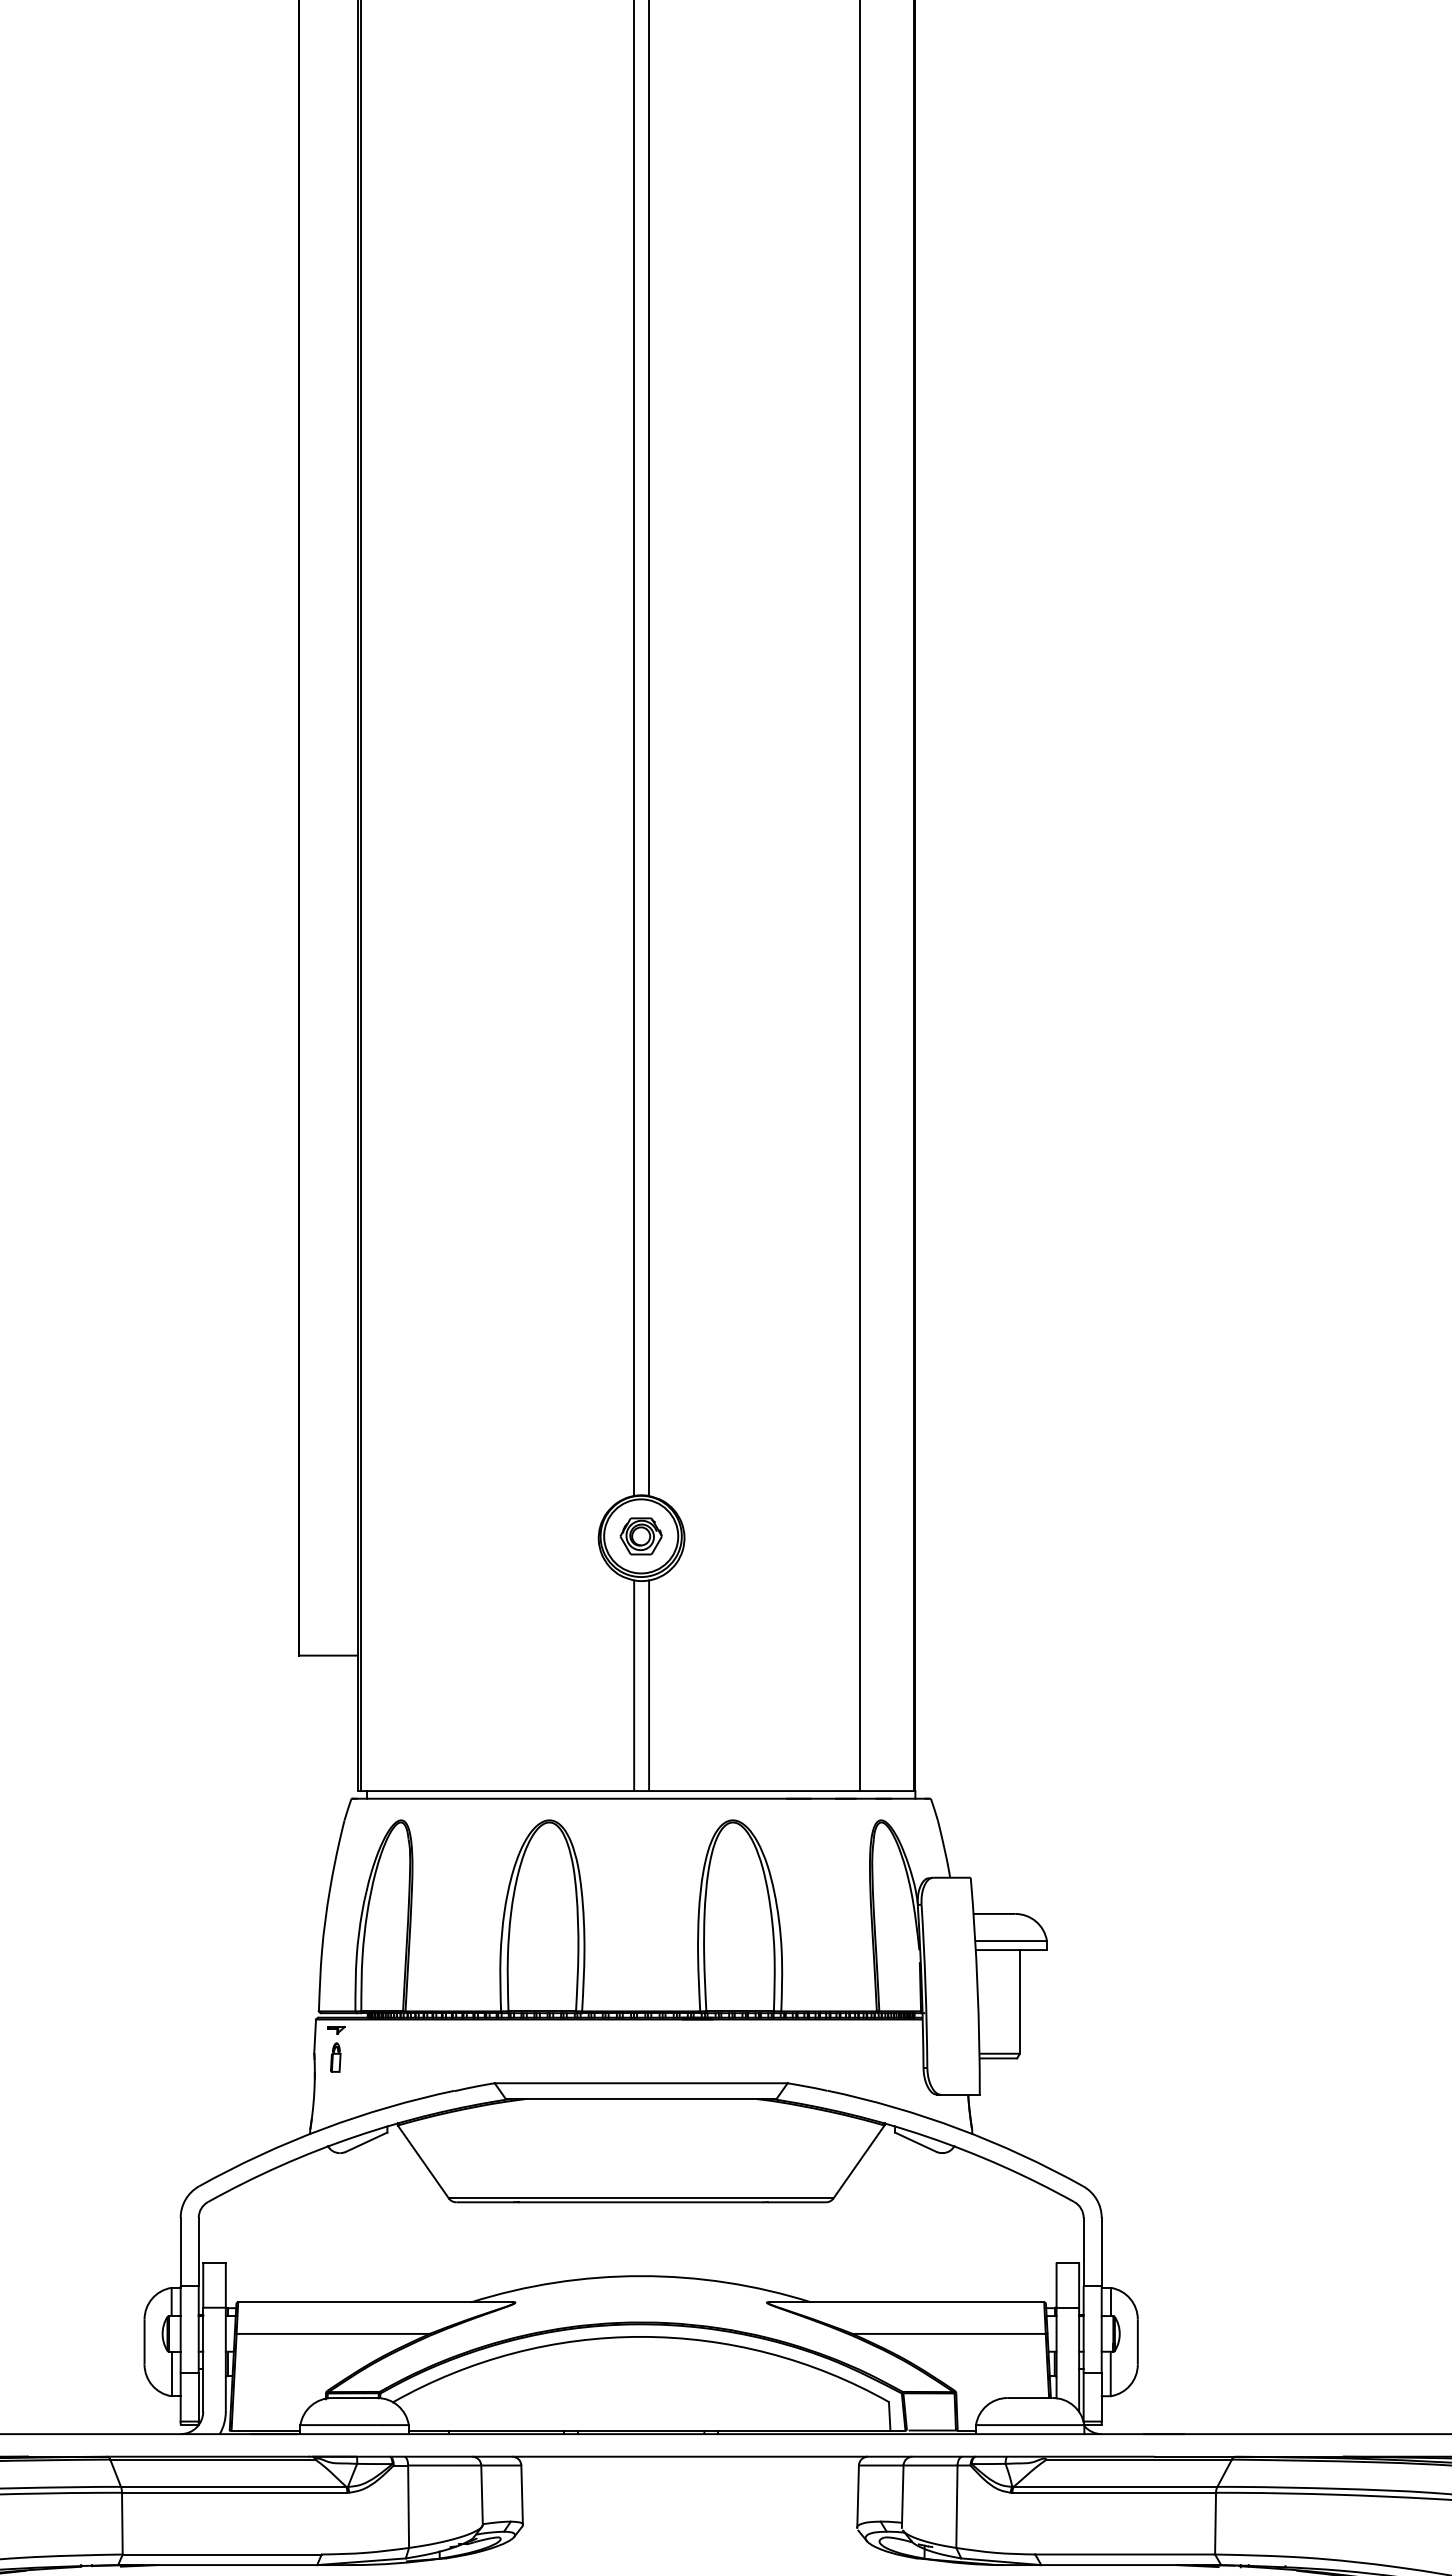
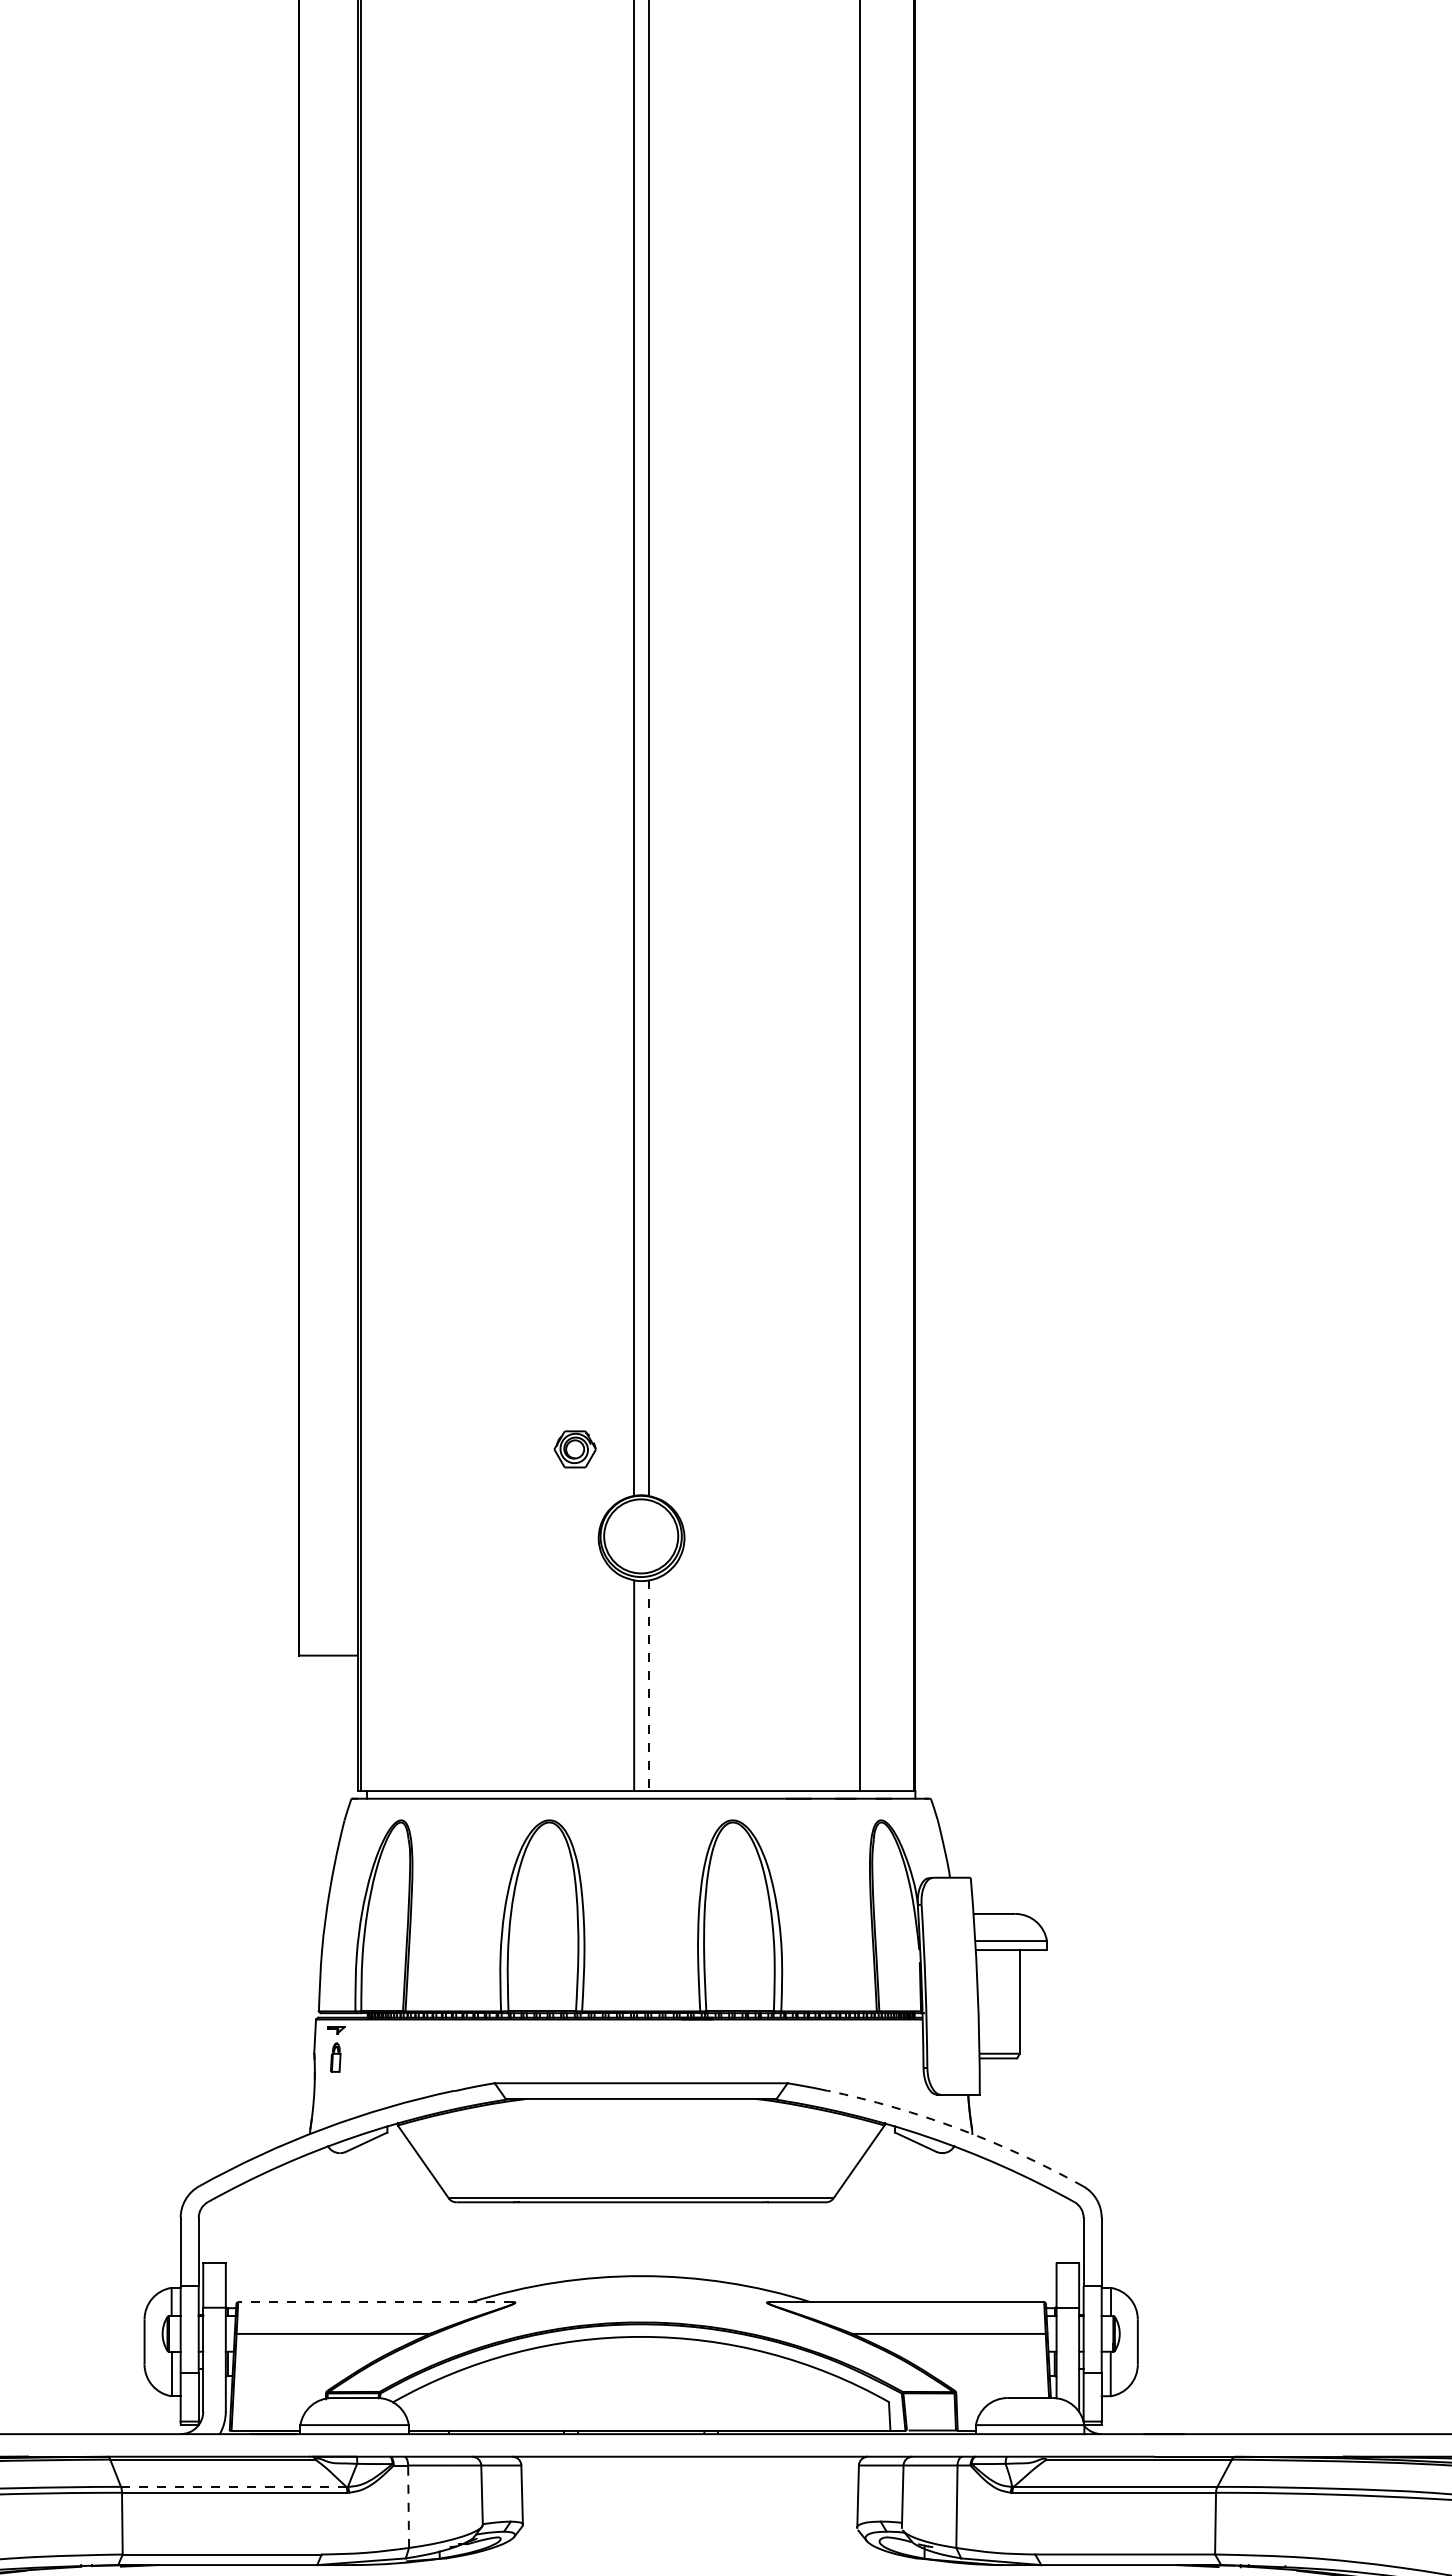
part at (640, 1536) position: (640, 1536) -> (574, 1449)
line at (649, 1686): solid -> dashed
arc at (959, 2128): solid -> dashed
line at (374, 2302): solid -> dashed
line at (233, 2486): solid -> dashed
line at (408, 2506): solid -> dashed
